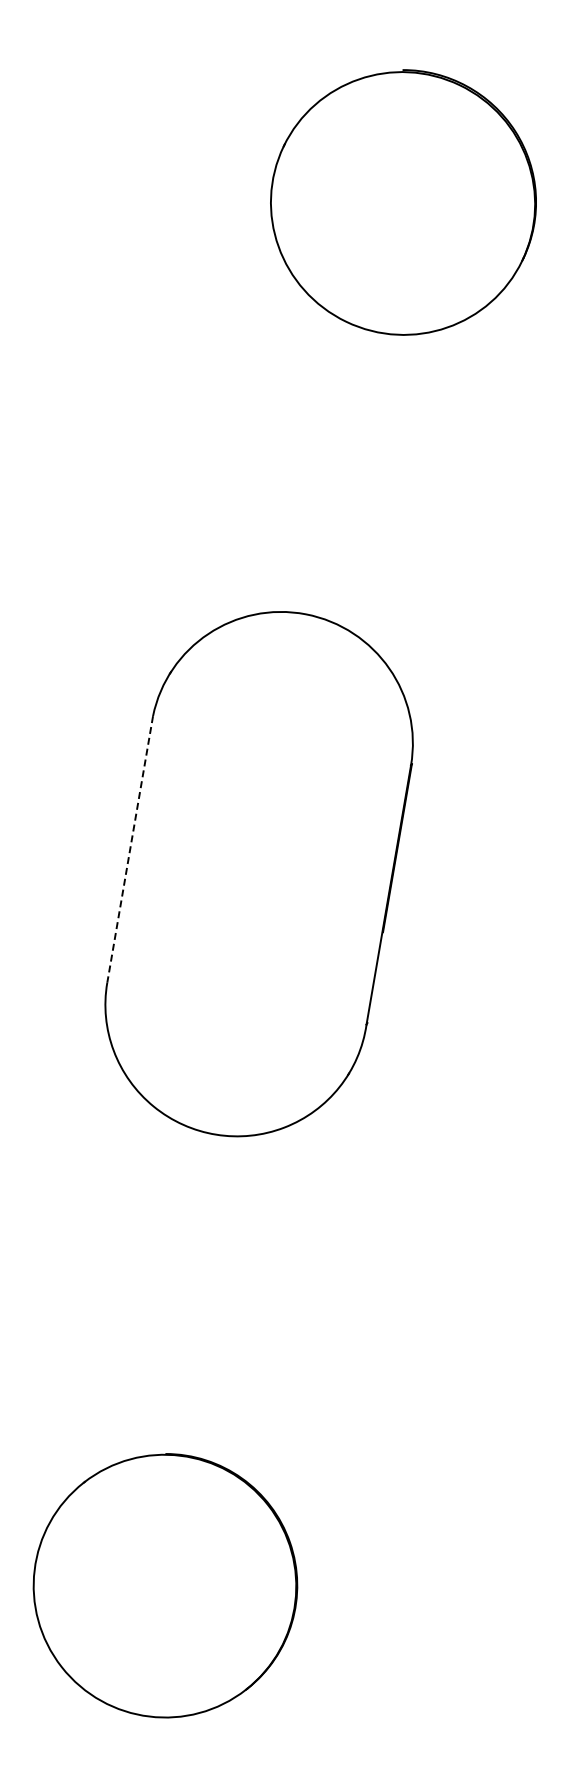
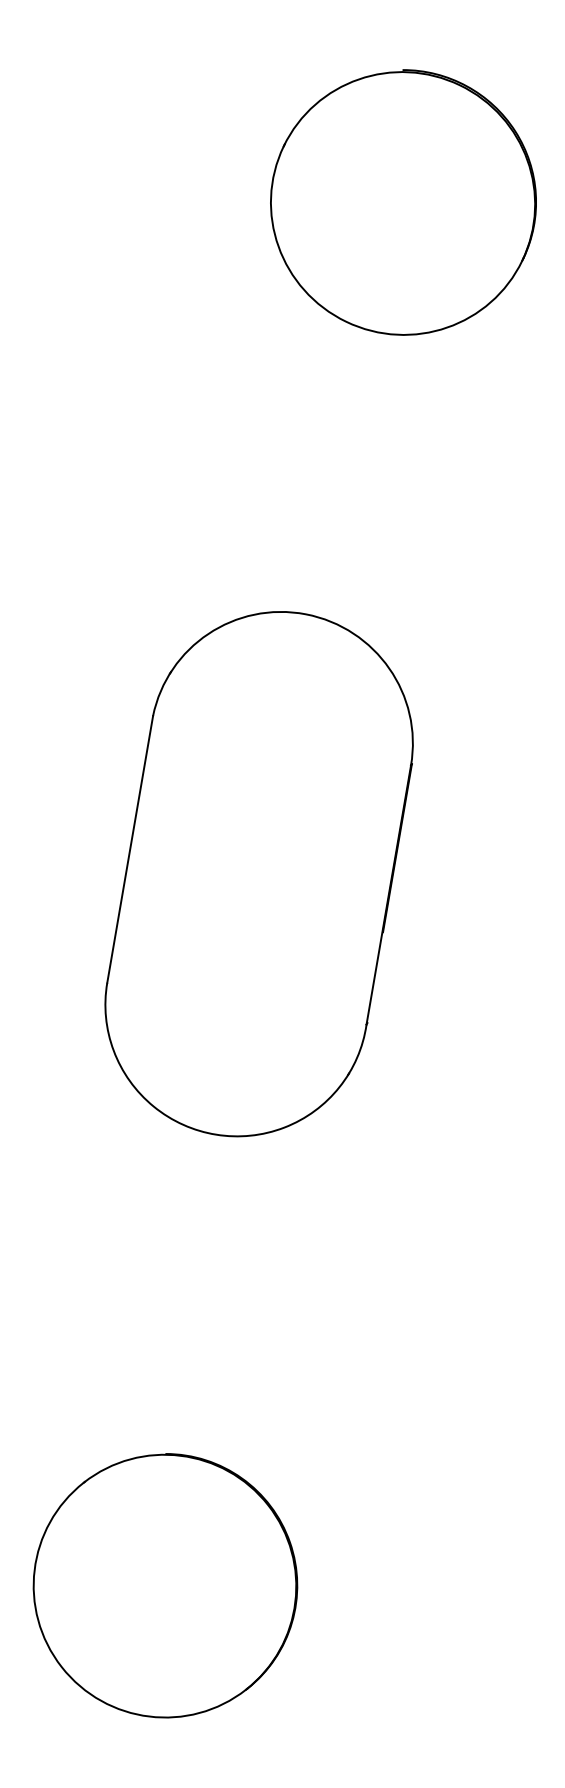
line at (130, 849): dashed -> solid
